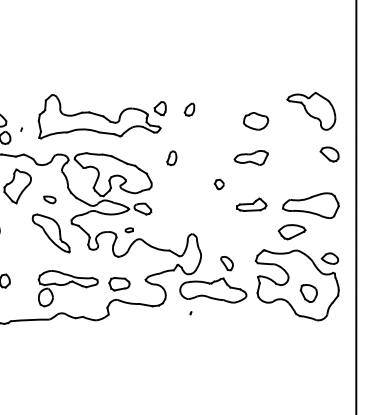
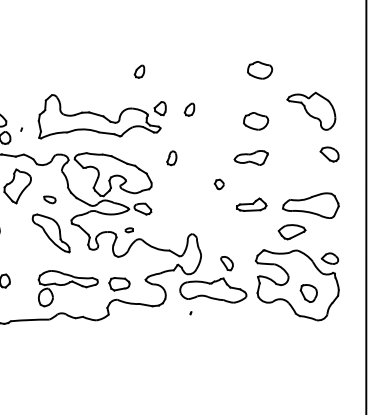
part at (260, 70): none -> present
part at (139, 71): none -> present
line at (356, 206) position: (356, 206) -> (366, 206)
